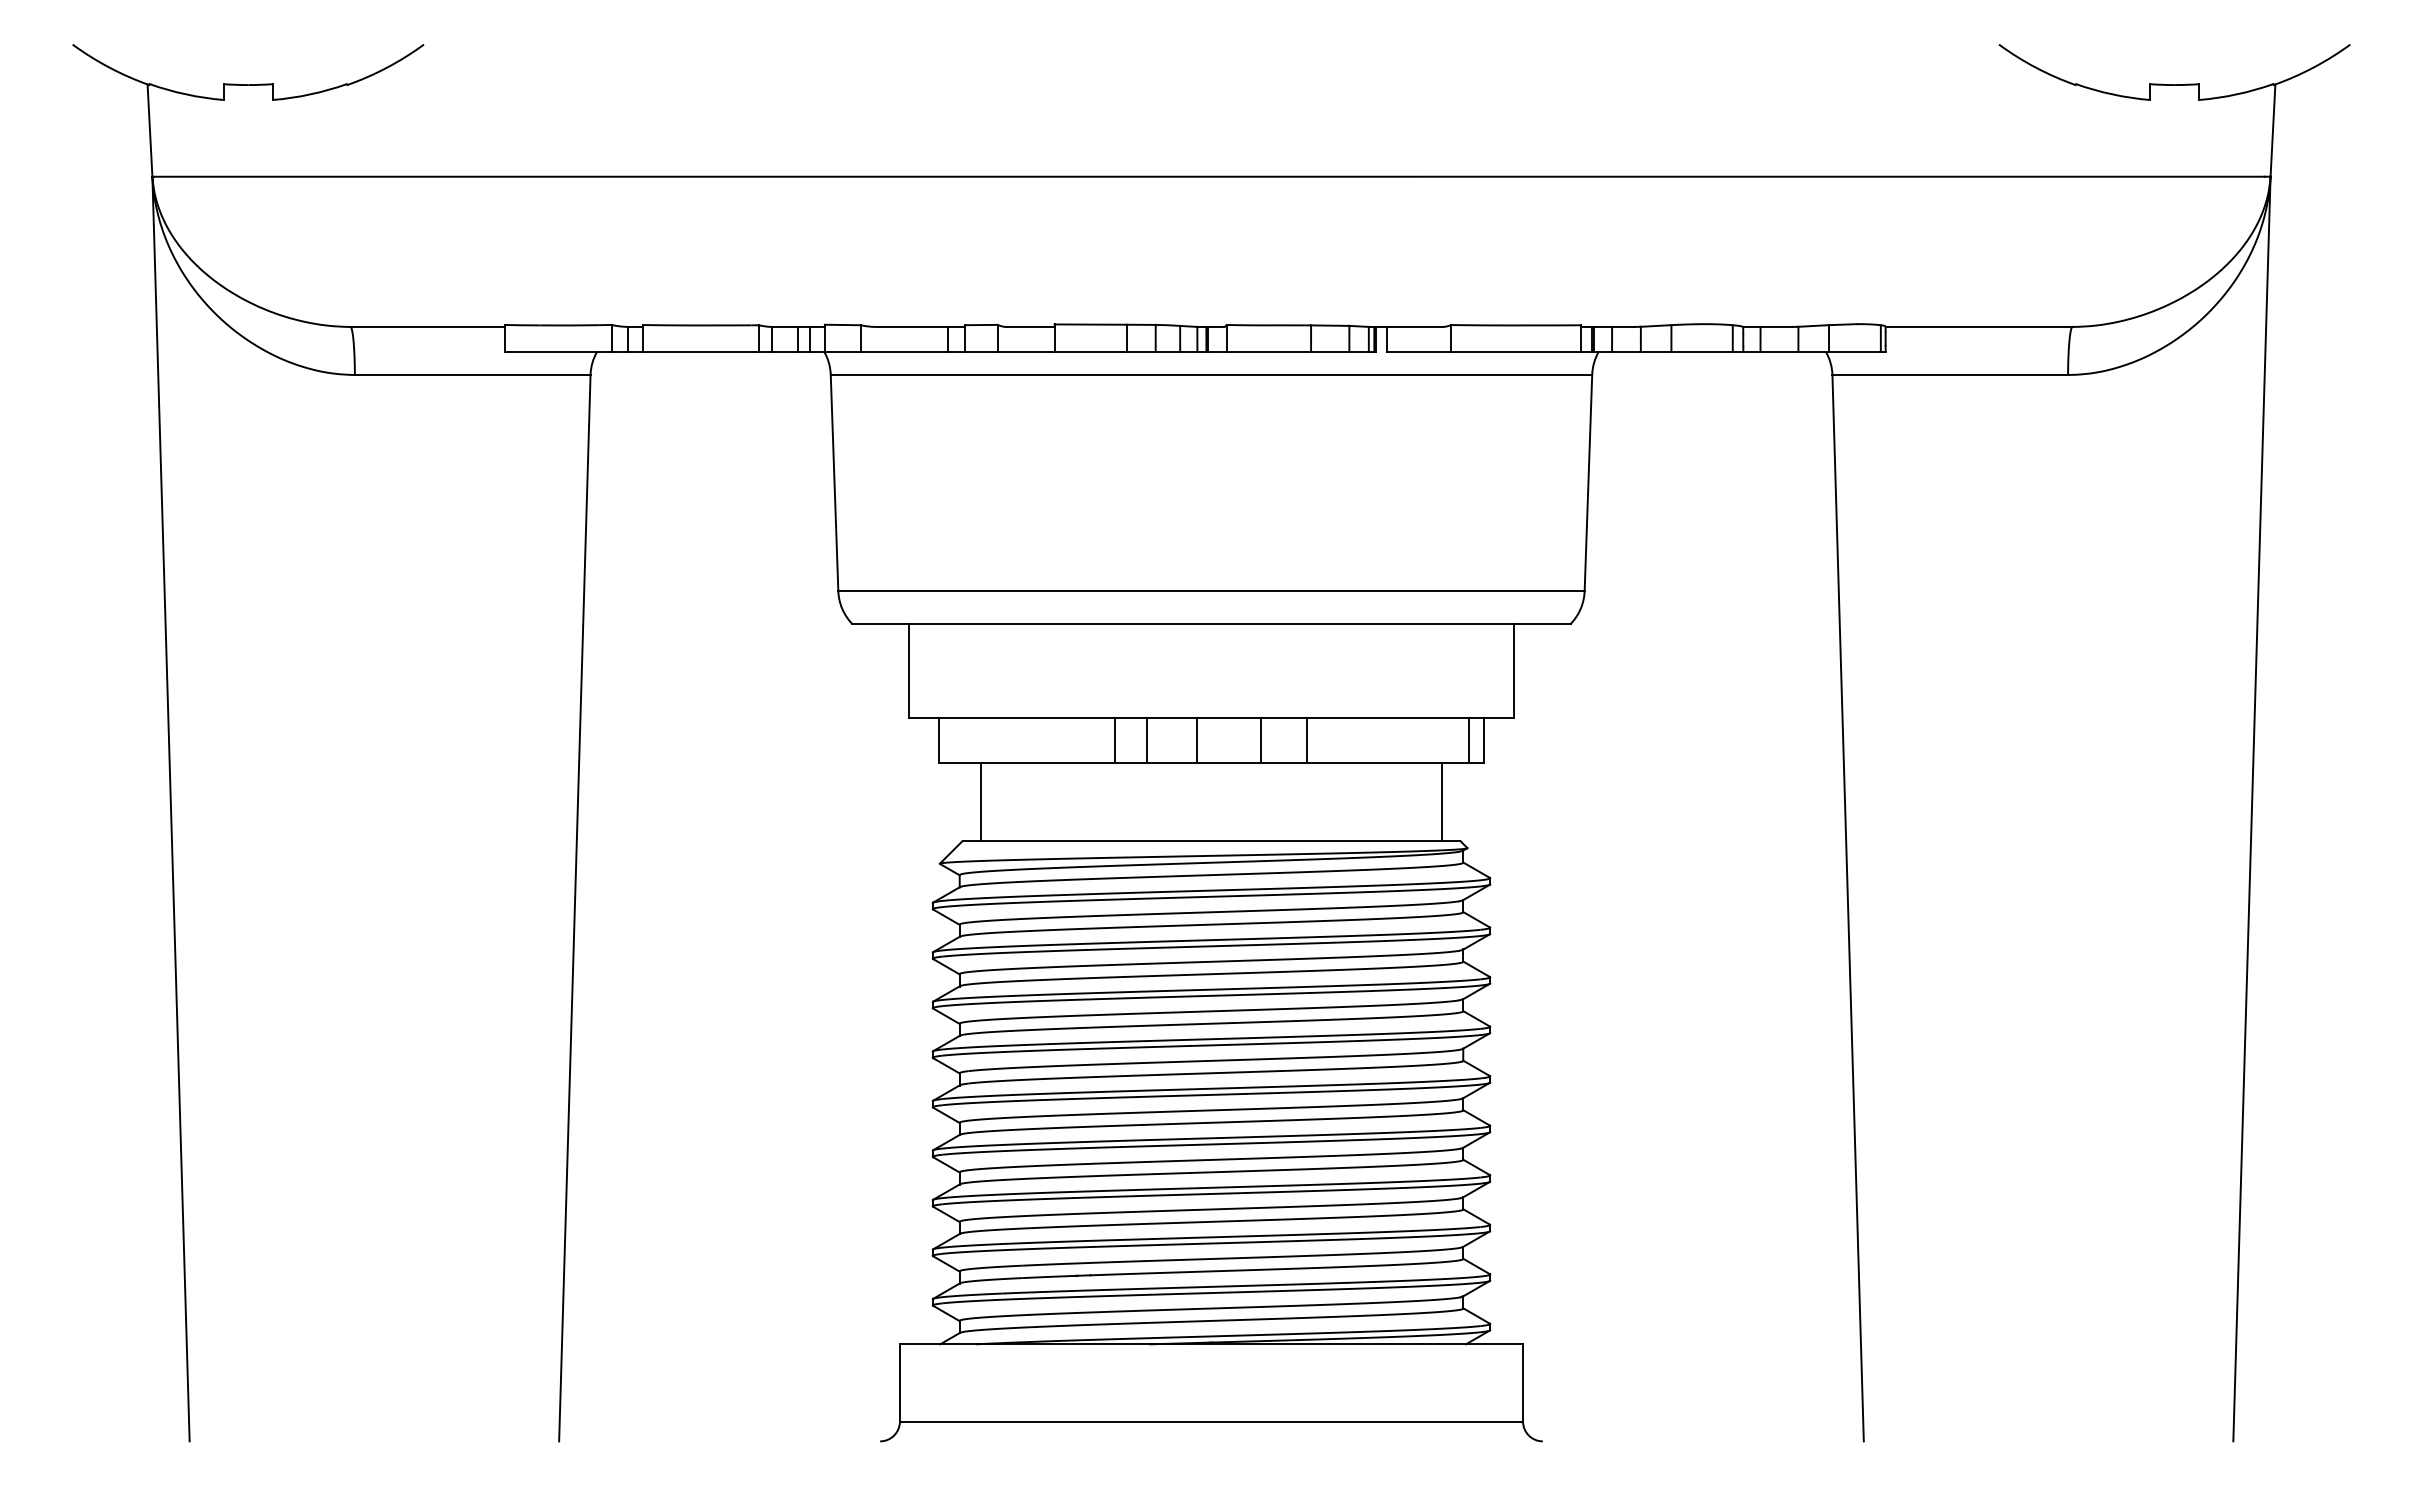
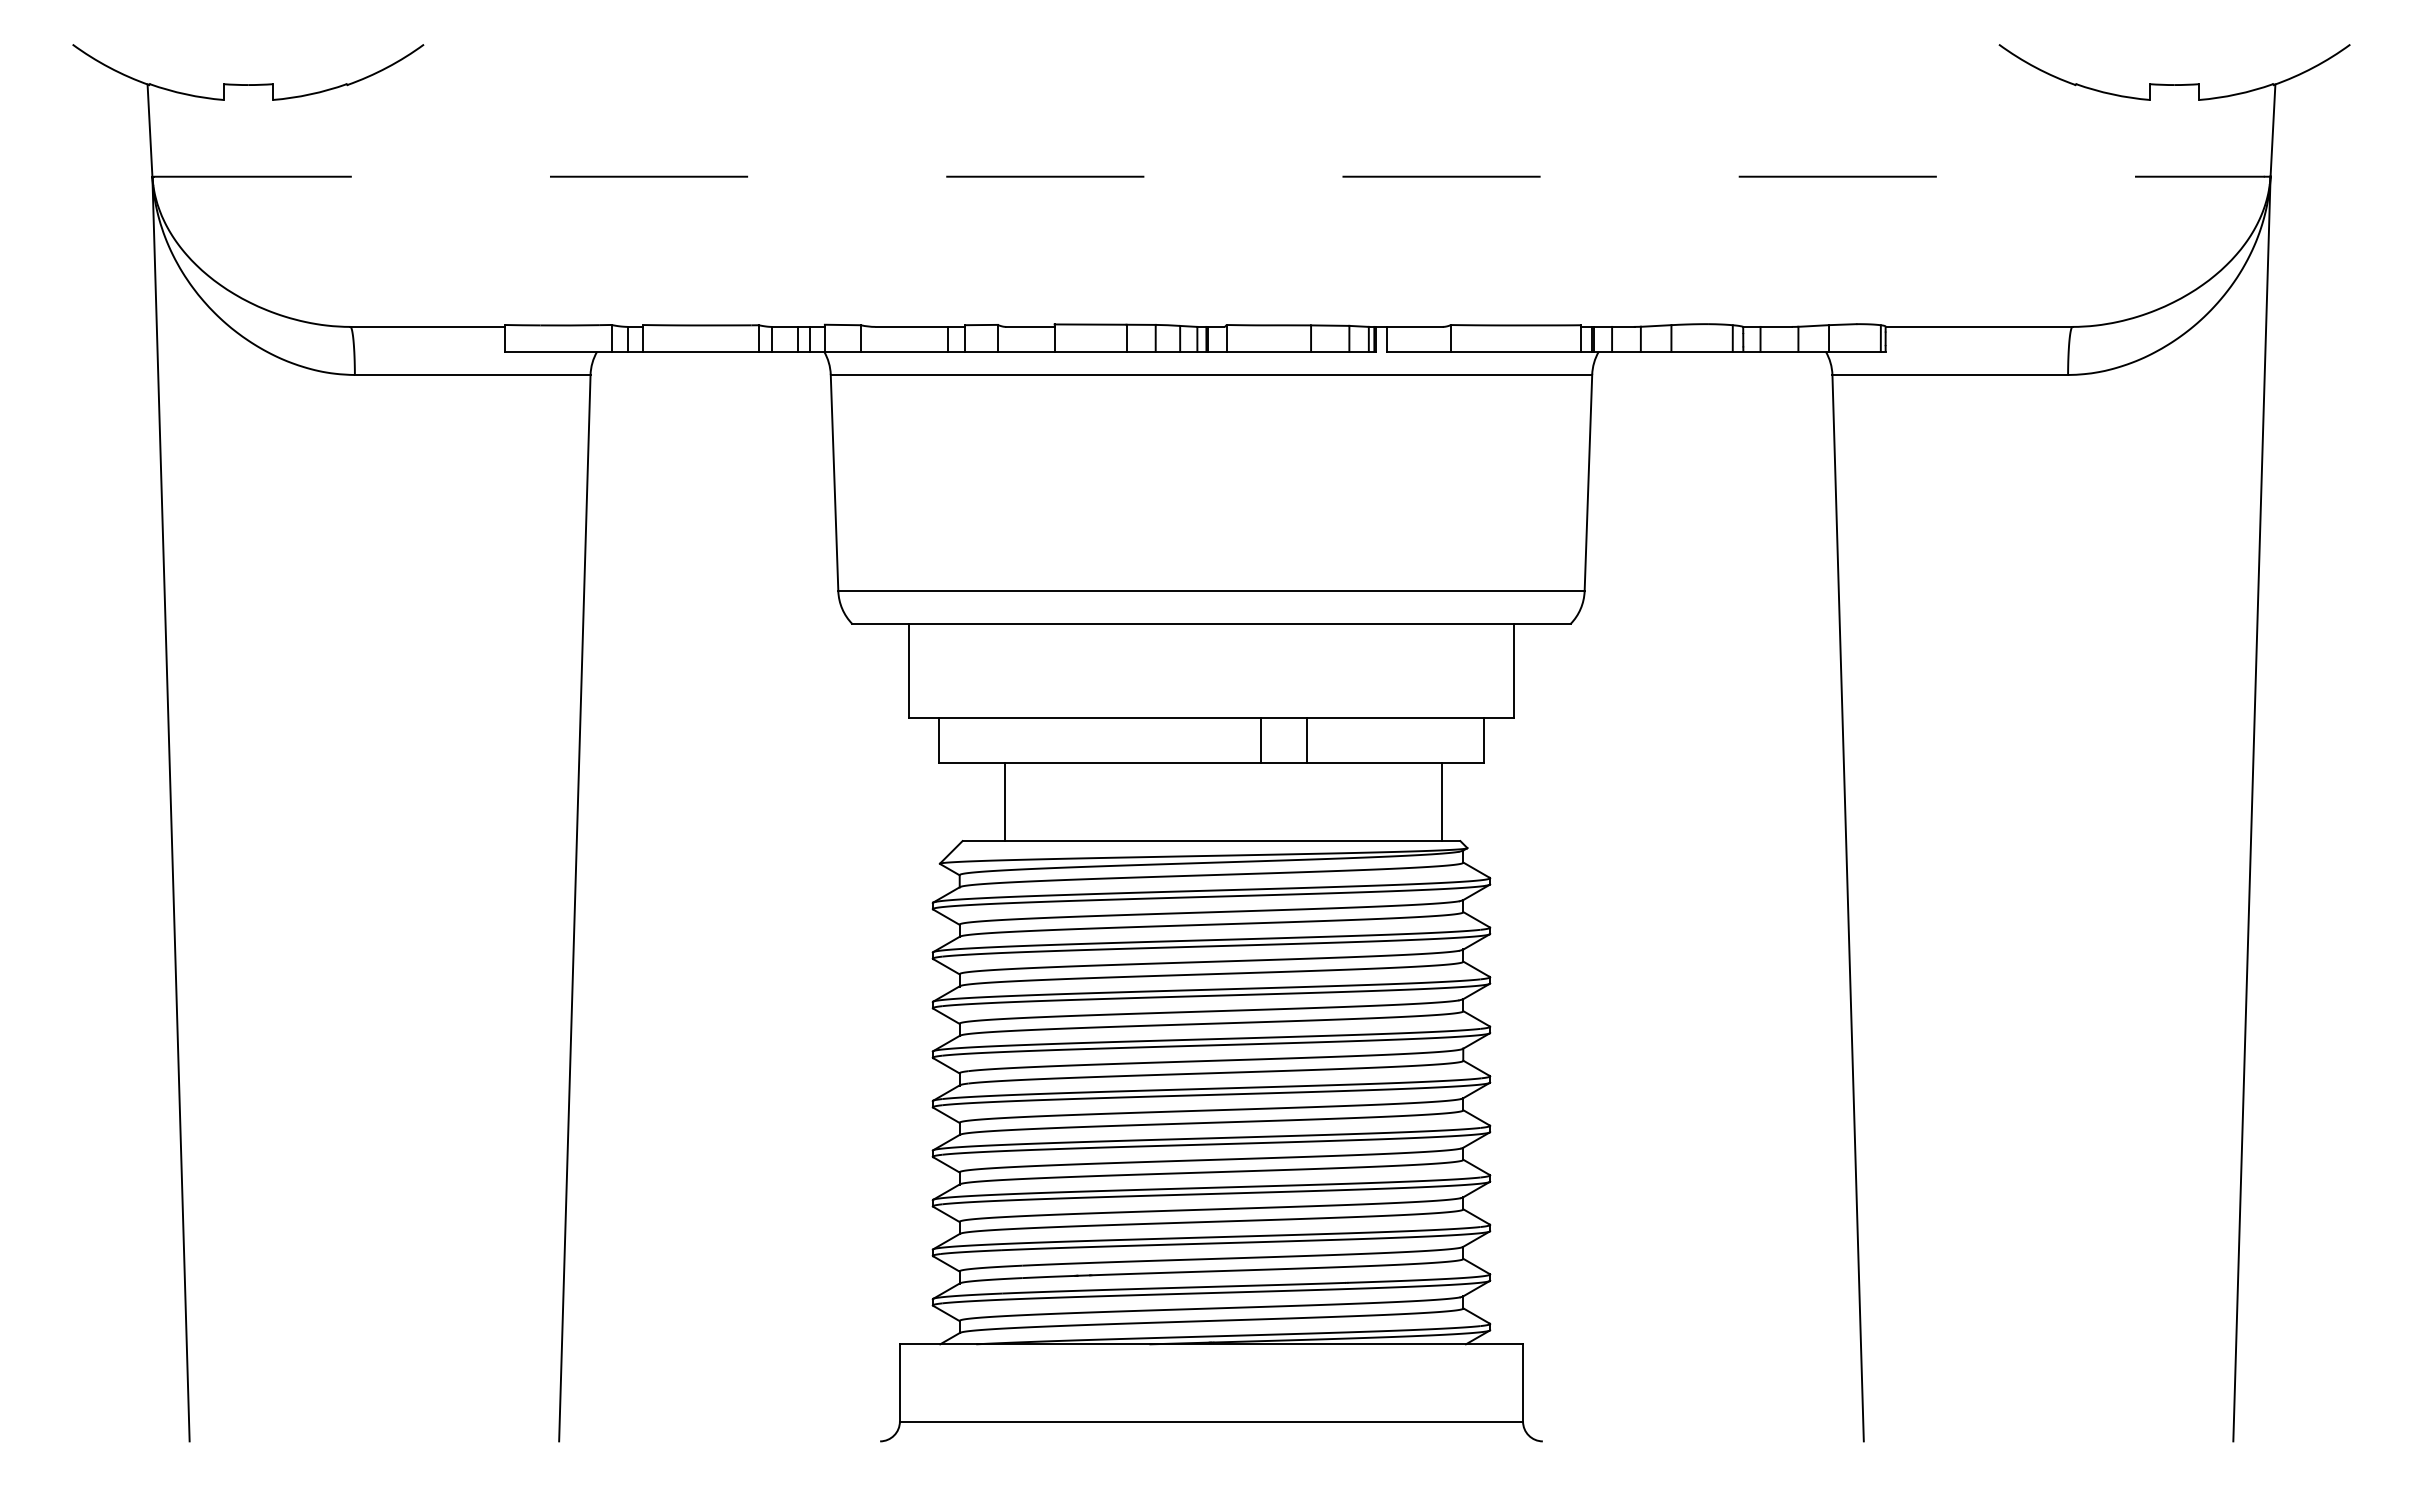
line at (1209, 176): solid -> dashed
line at (1115, 740): present -> none
line at (1147, 740): present -> none
line at (1196, 740): present -> none
line at (1468, 740): present -> none
line at (981, 801) position: (981, 801) -> (1005, 801)
